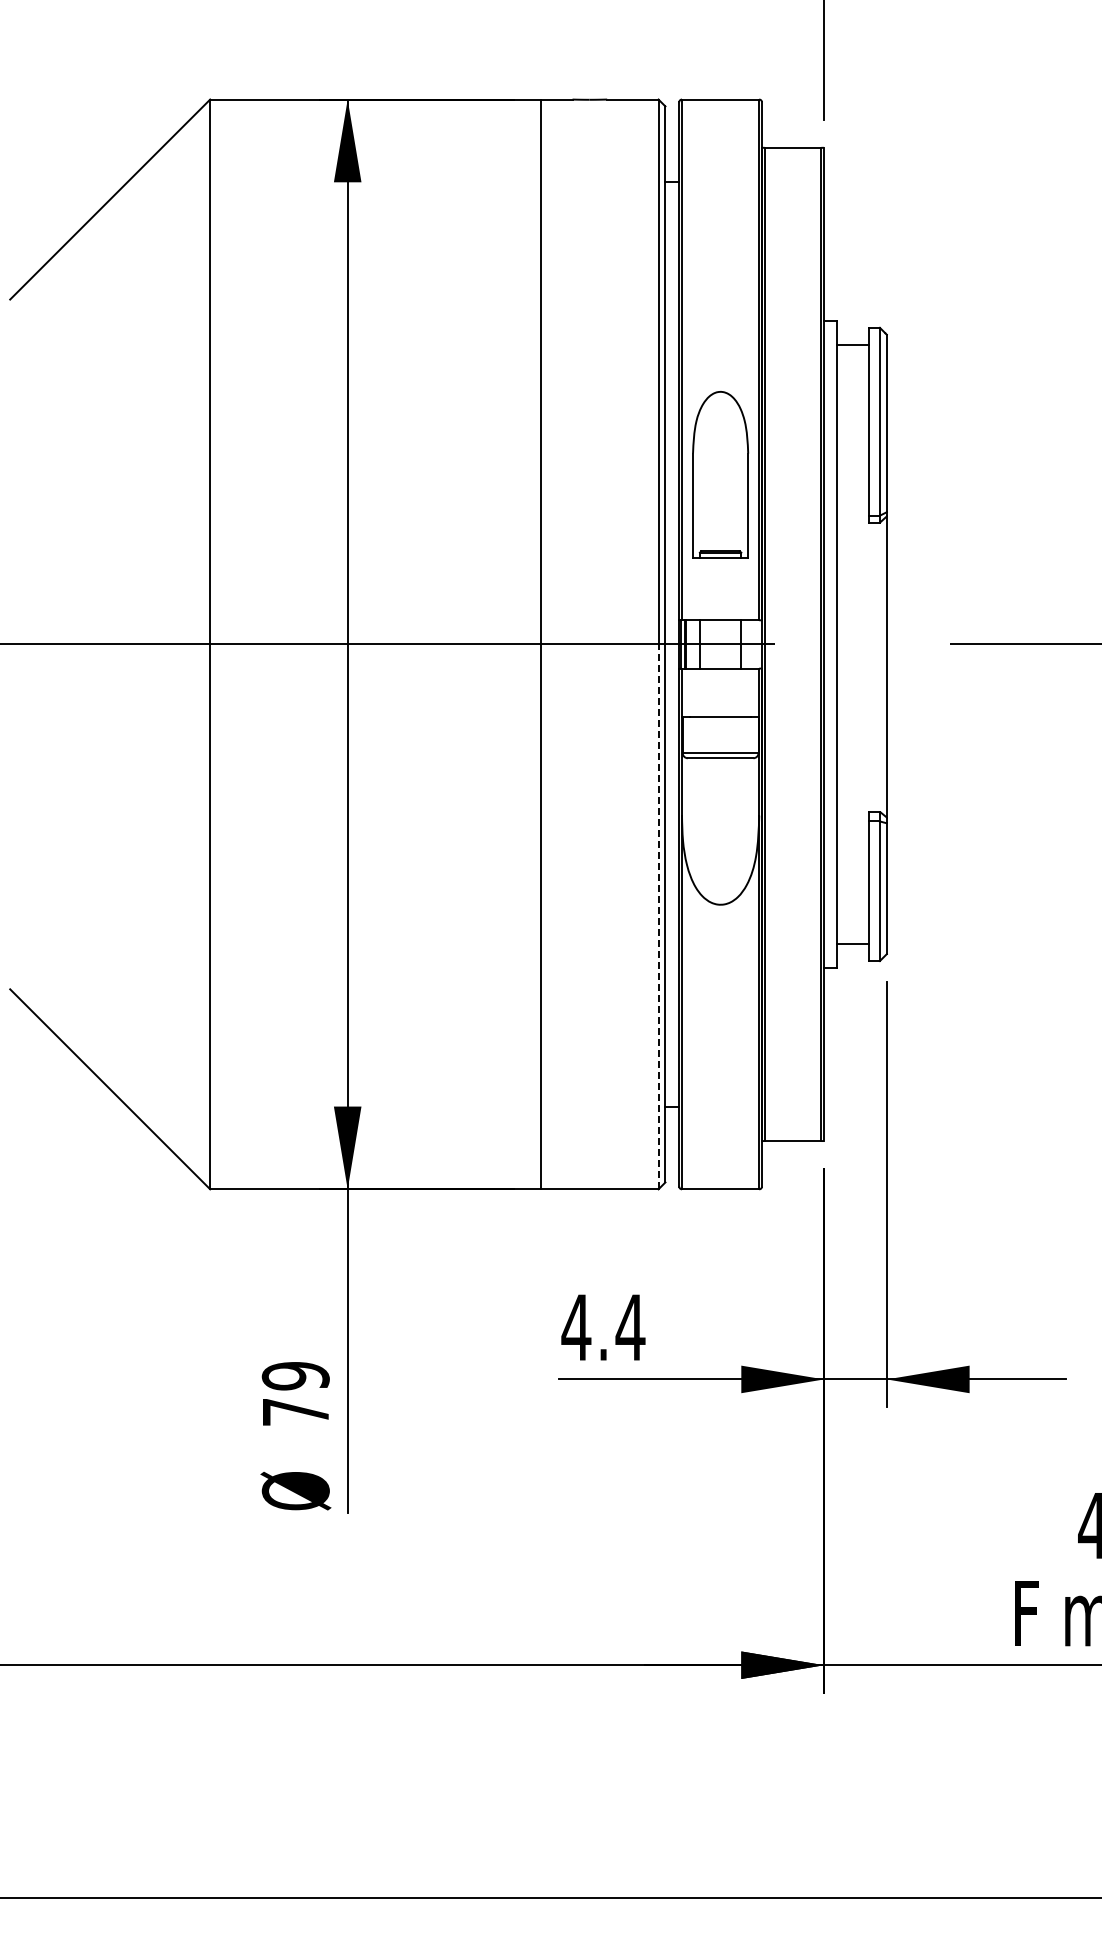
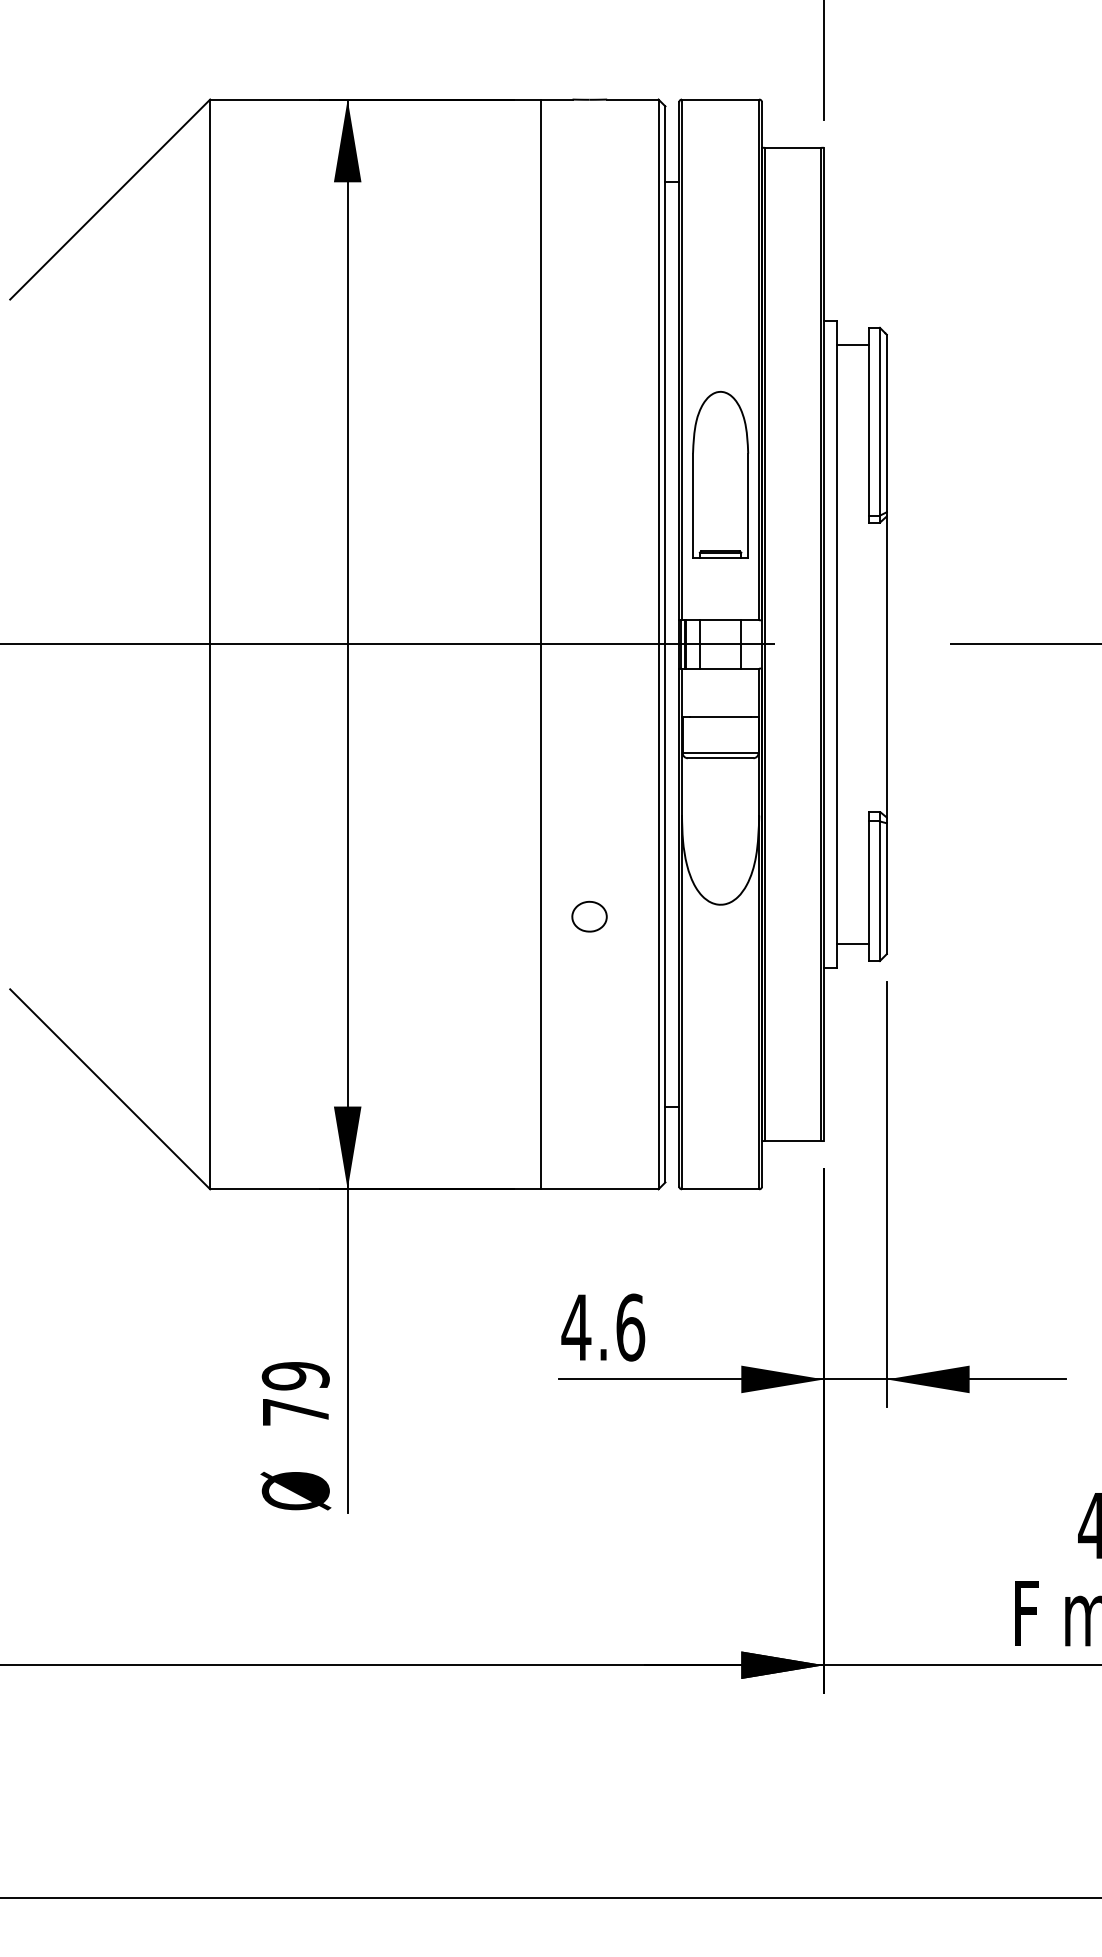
part at (589, 916): none -> present
line at (658, 916): dashed -> solid
text at (630, 1327): 4.4 -> 4.6
